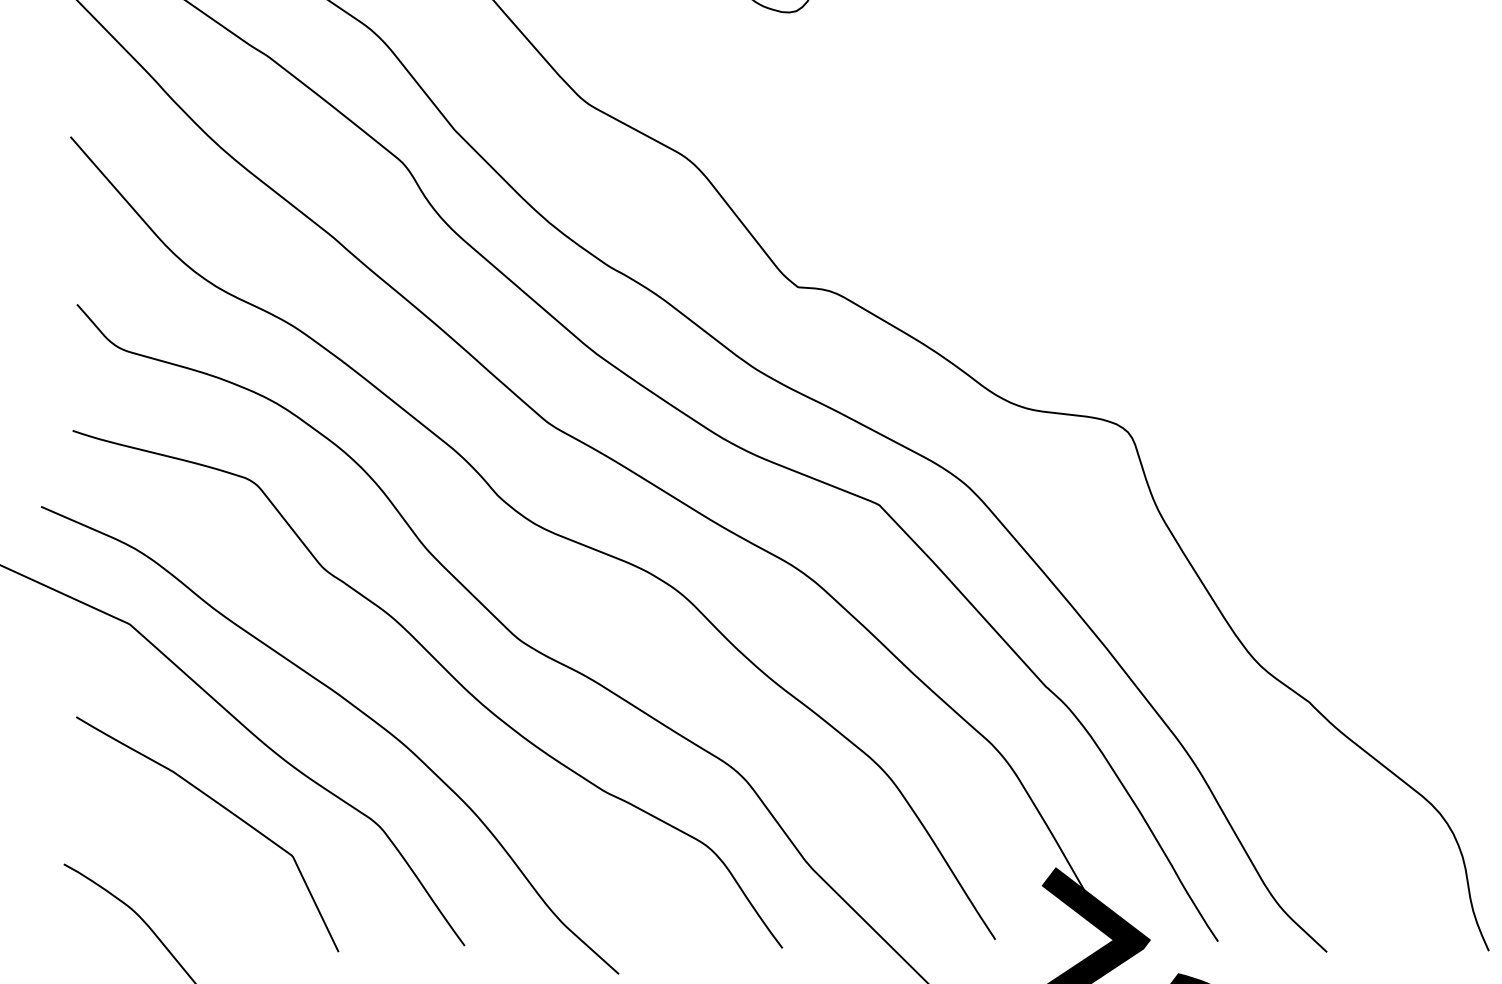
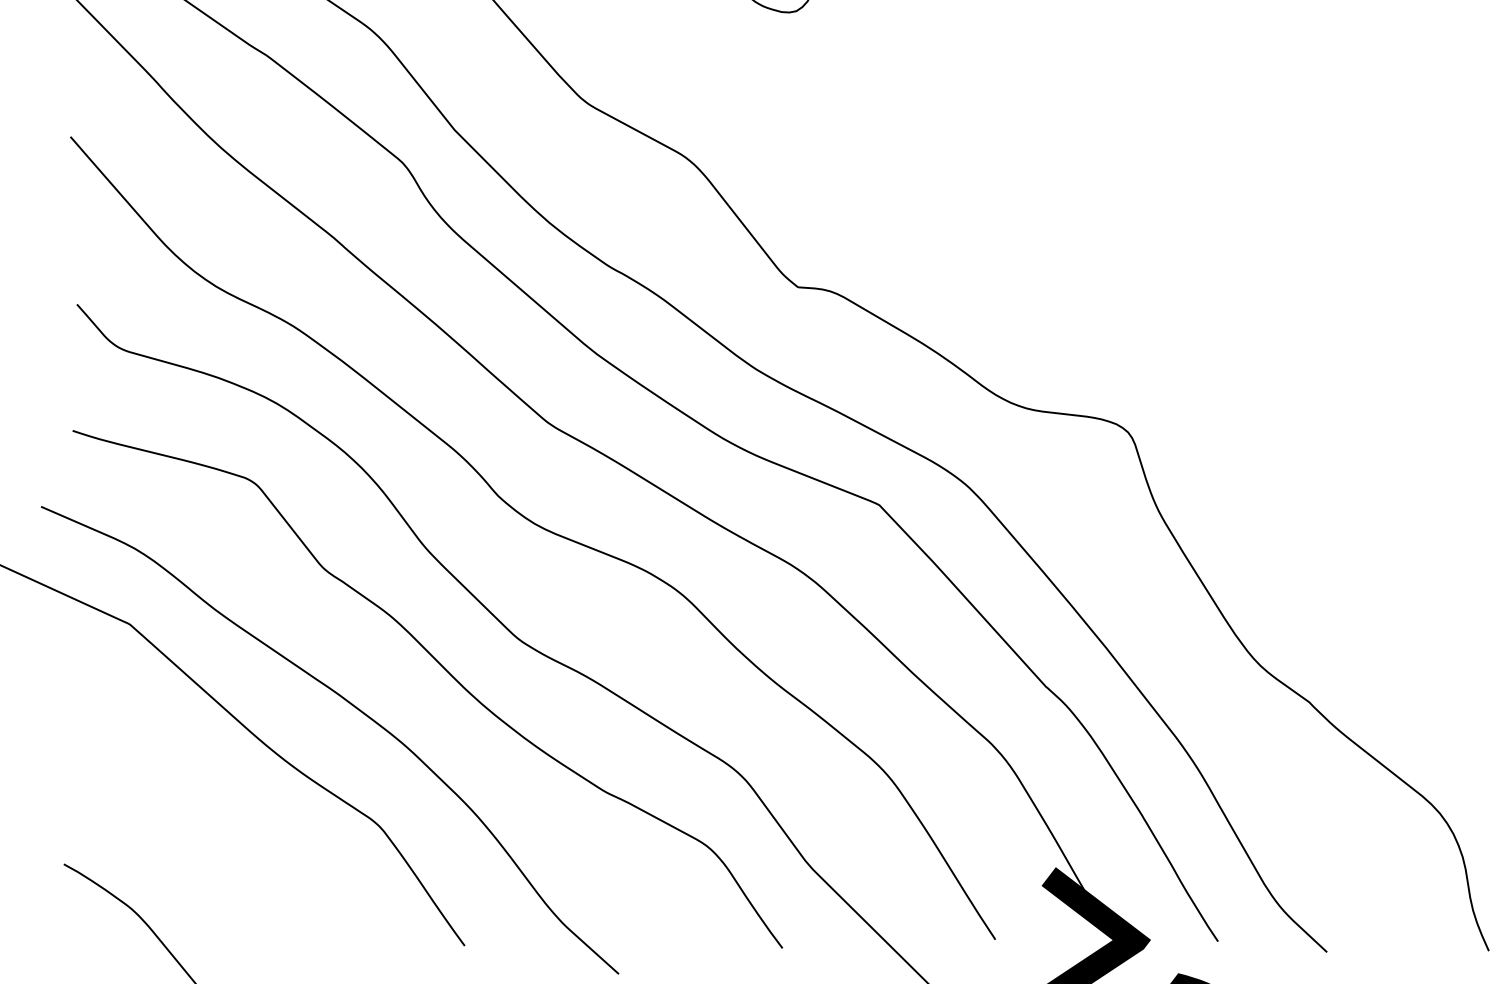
curve at (223, 808): present -> none
